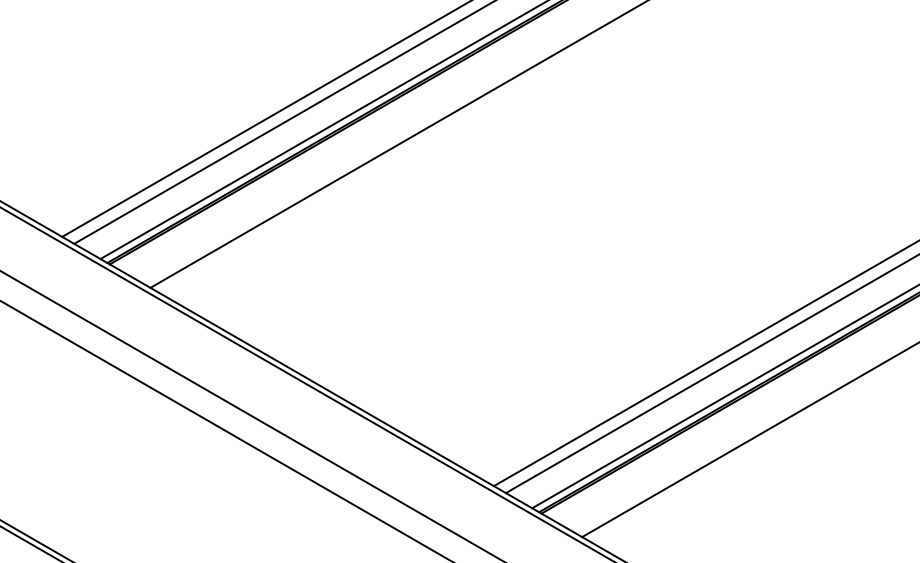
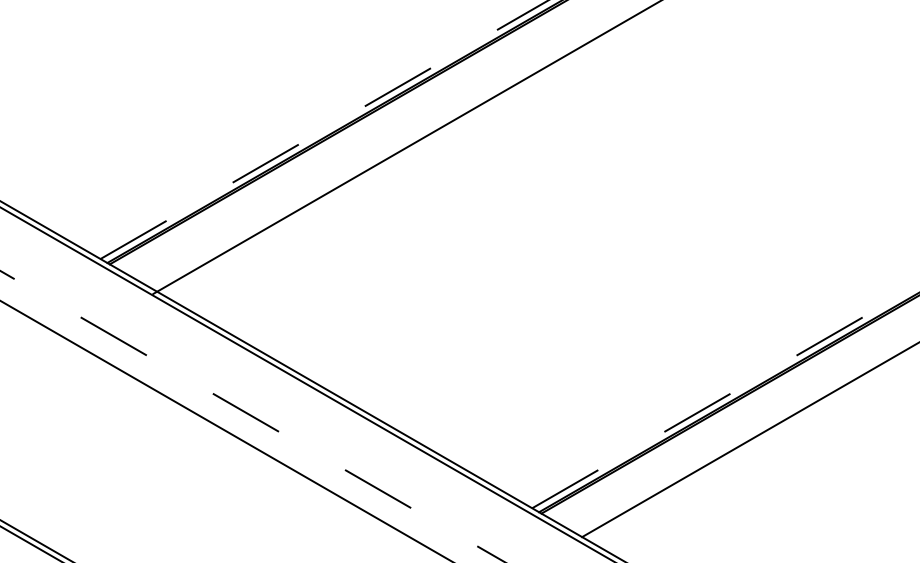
line at (265, 119): present -> none
line at (283, 122): present -> none
line at (324, 129): solid -> dashed
line at (397, 144) position: (397, 144) -> (405, 147)
line at (704, 364): present -> none
line at (710, 374): present -> none
line at (725, 396): solid -> dashed
line at (253, 416): solid -> dashed
